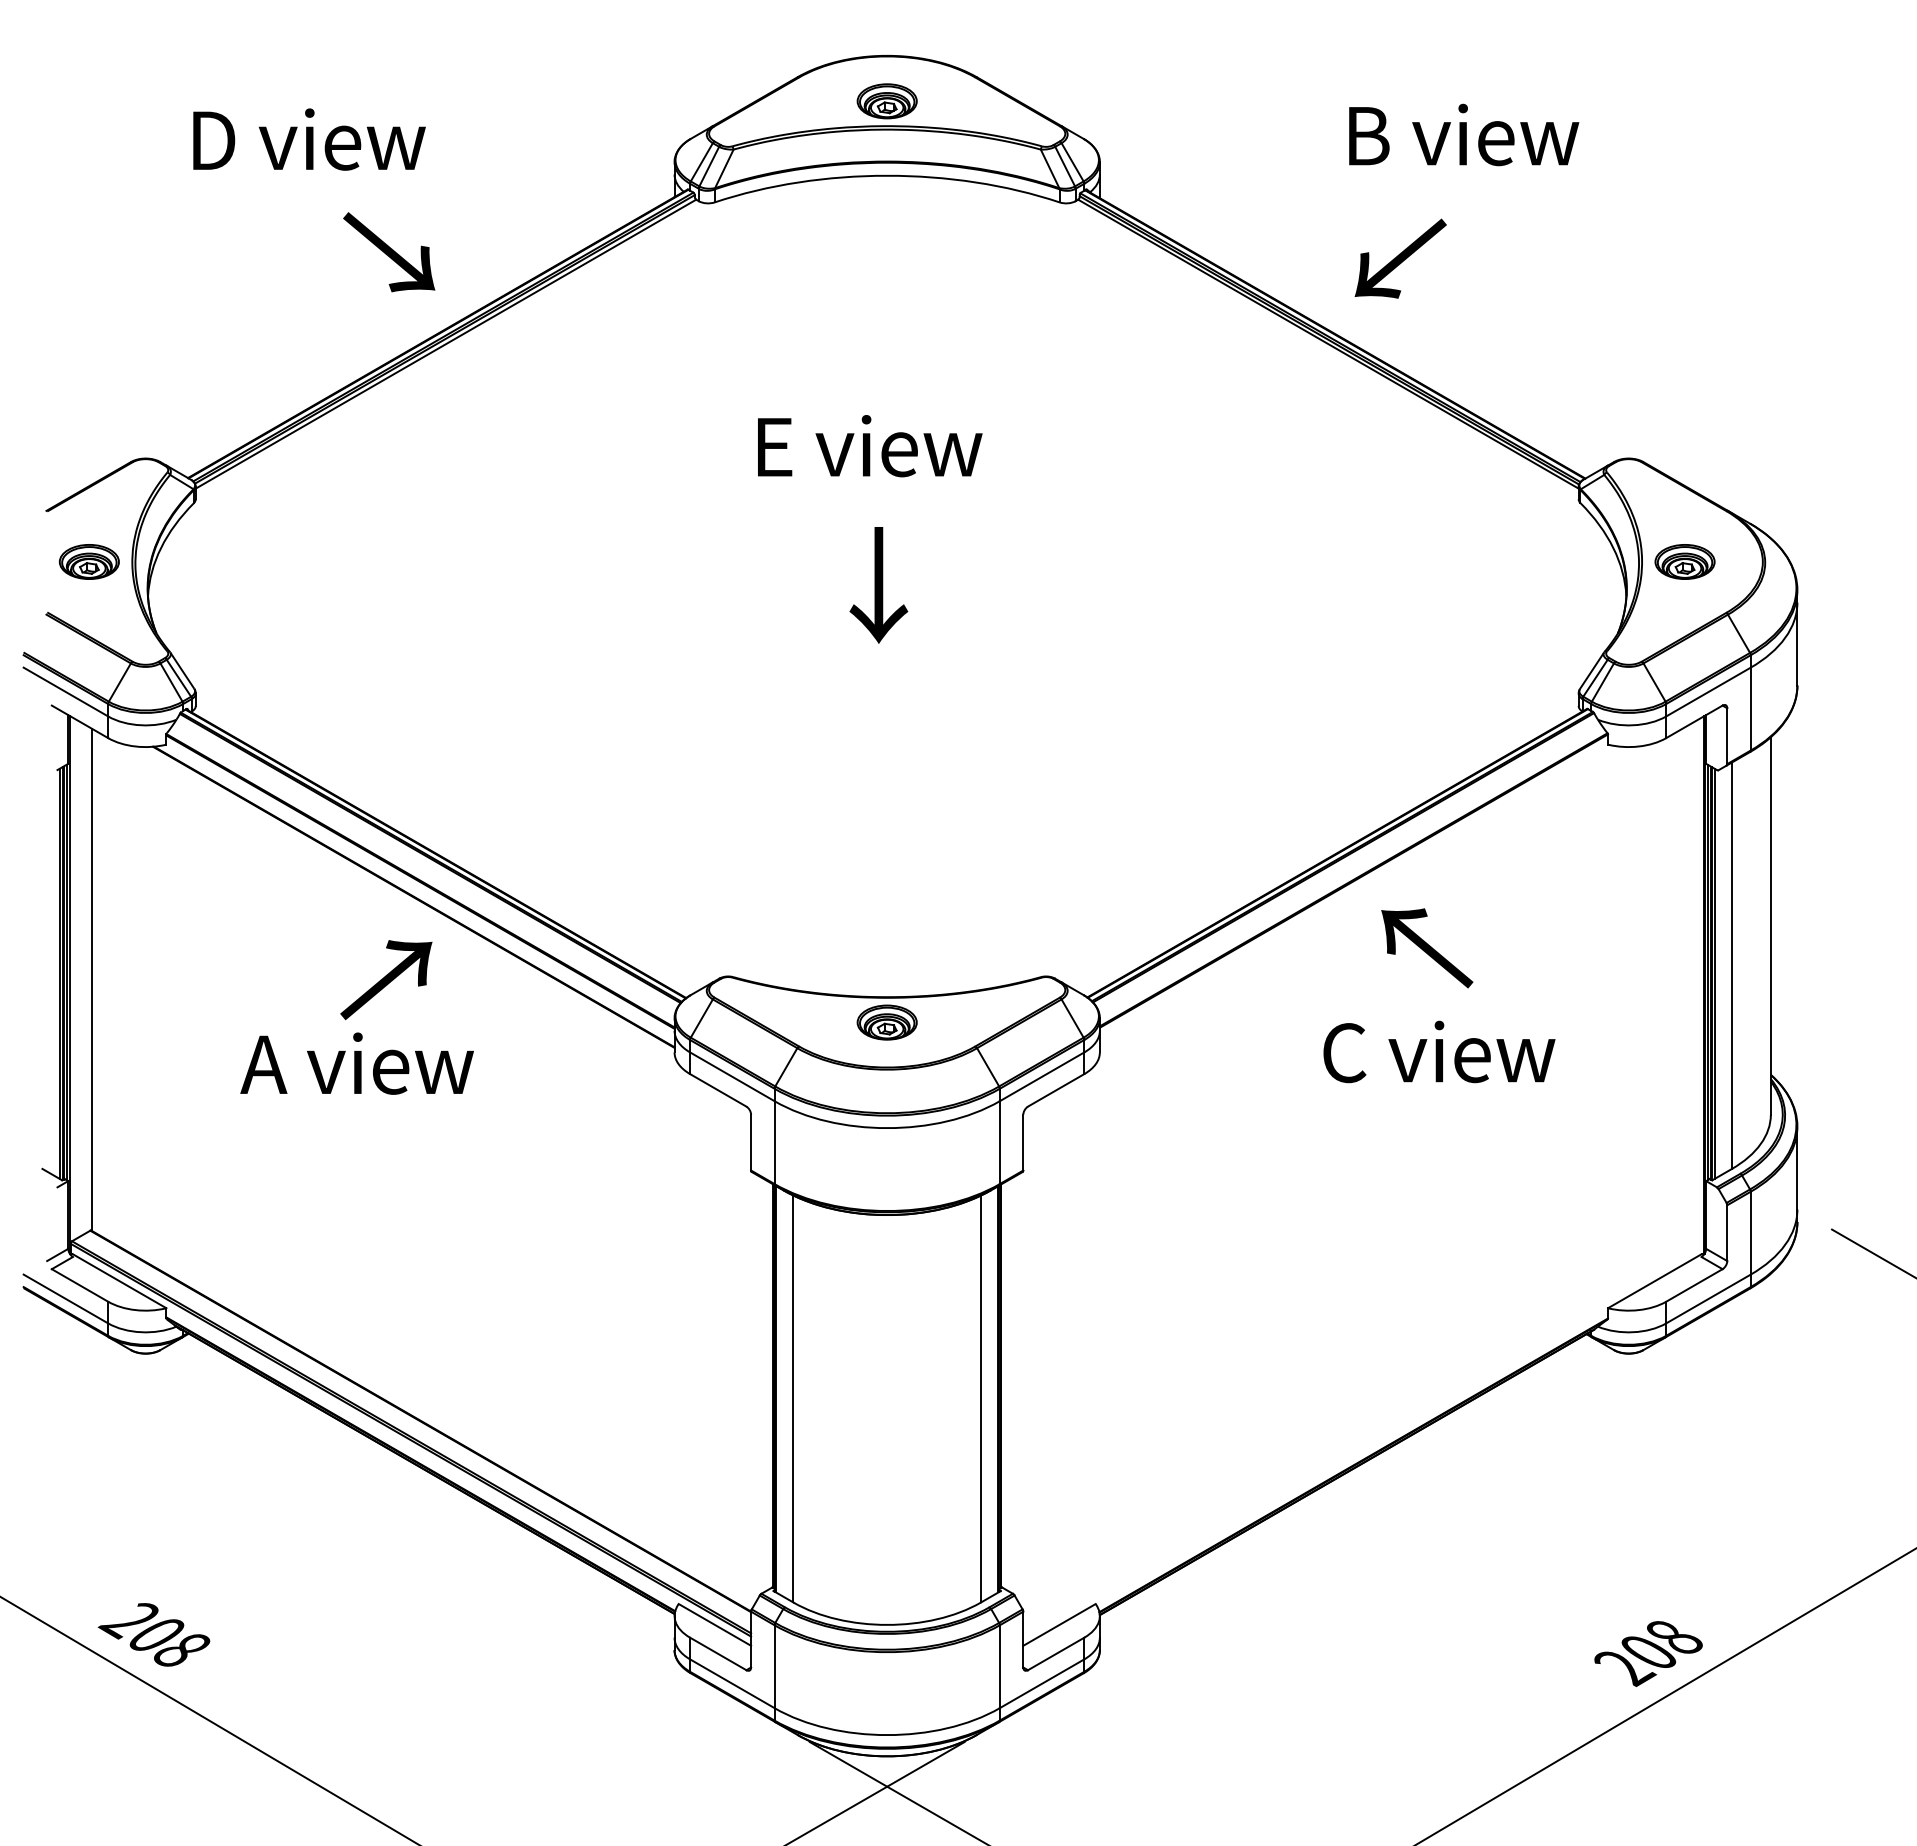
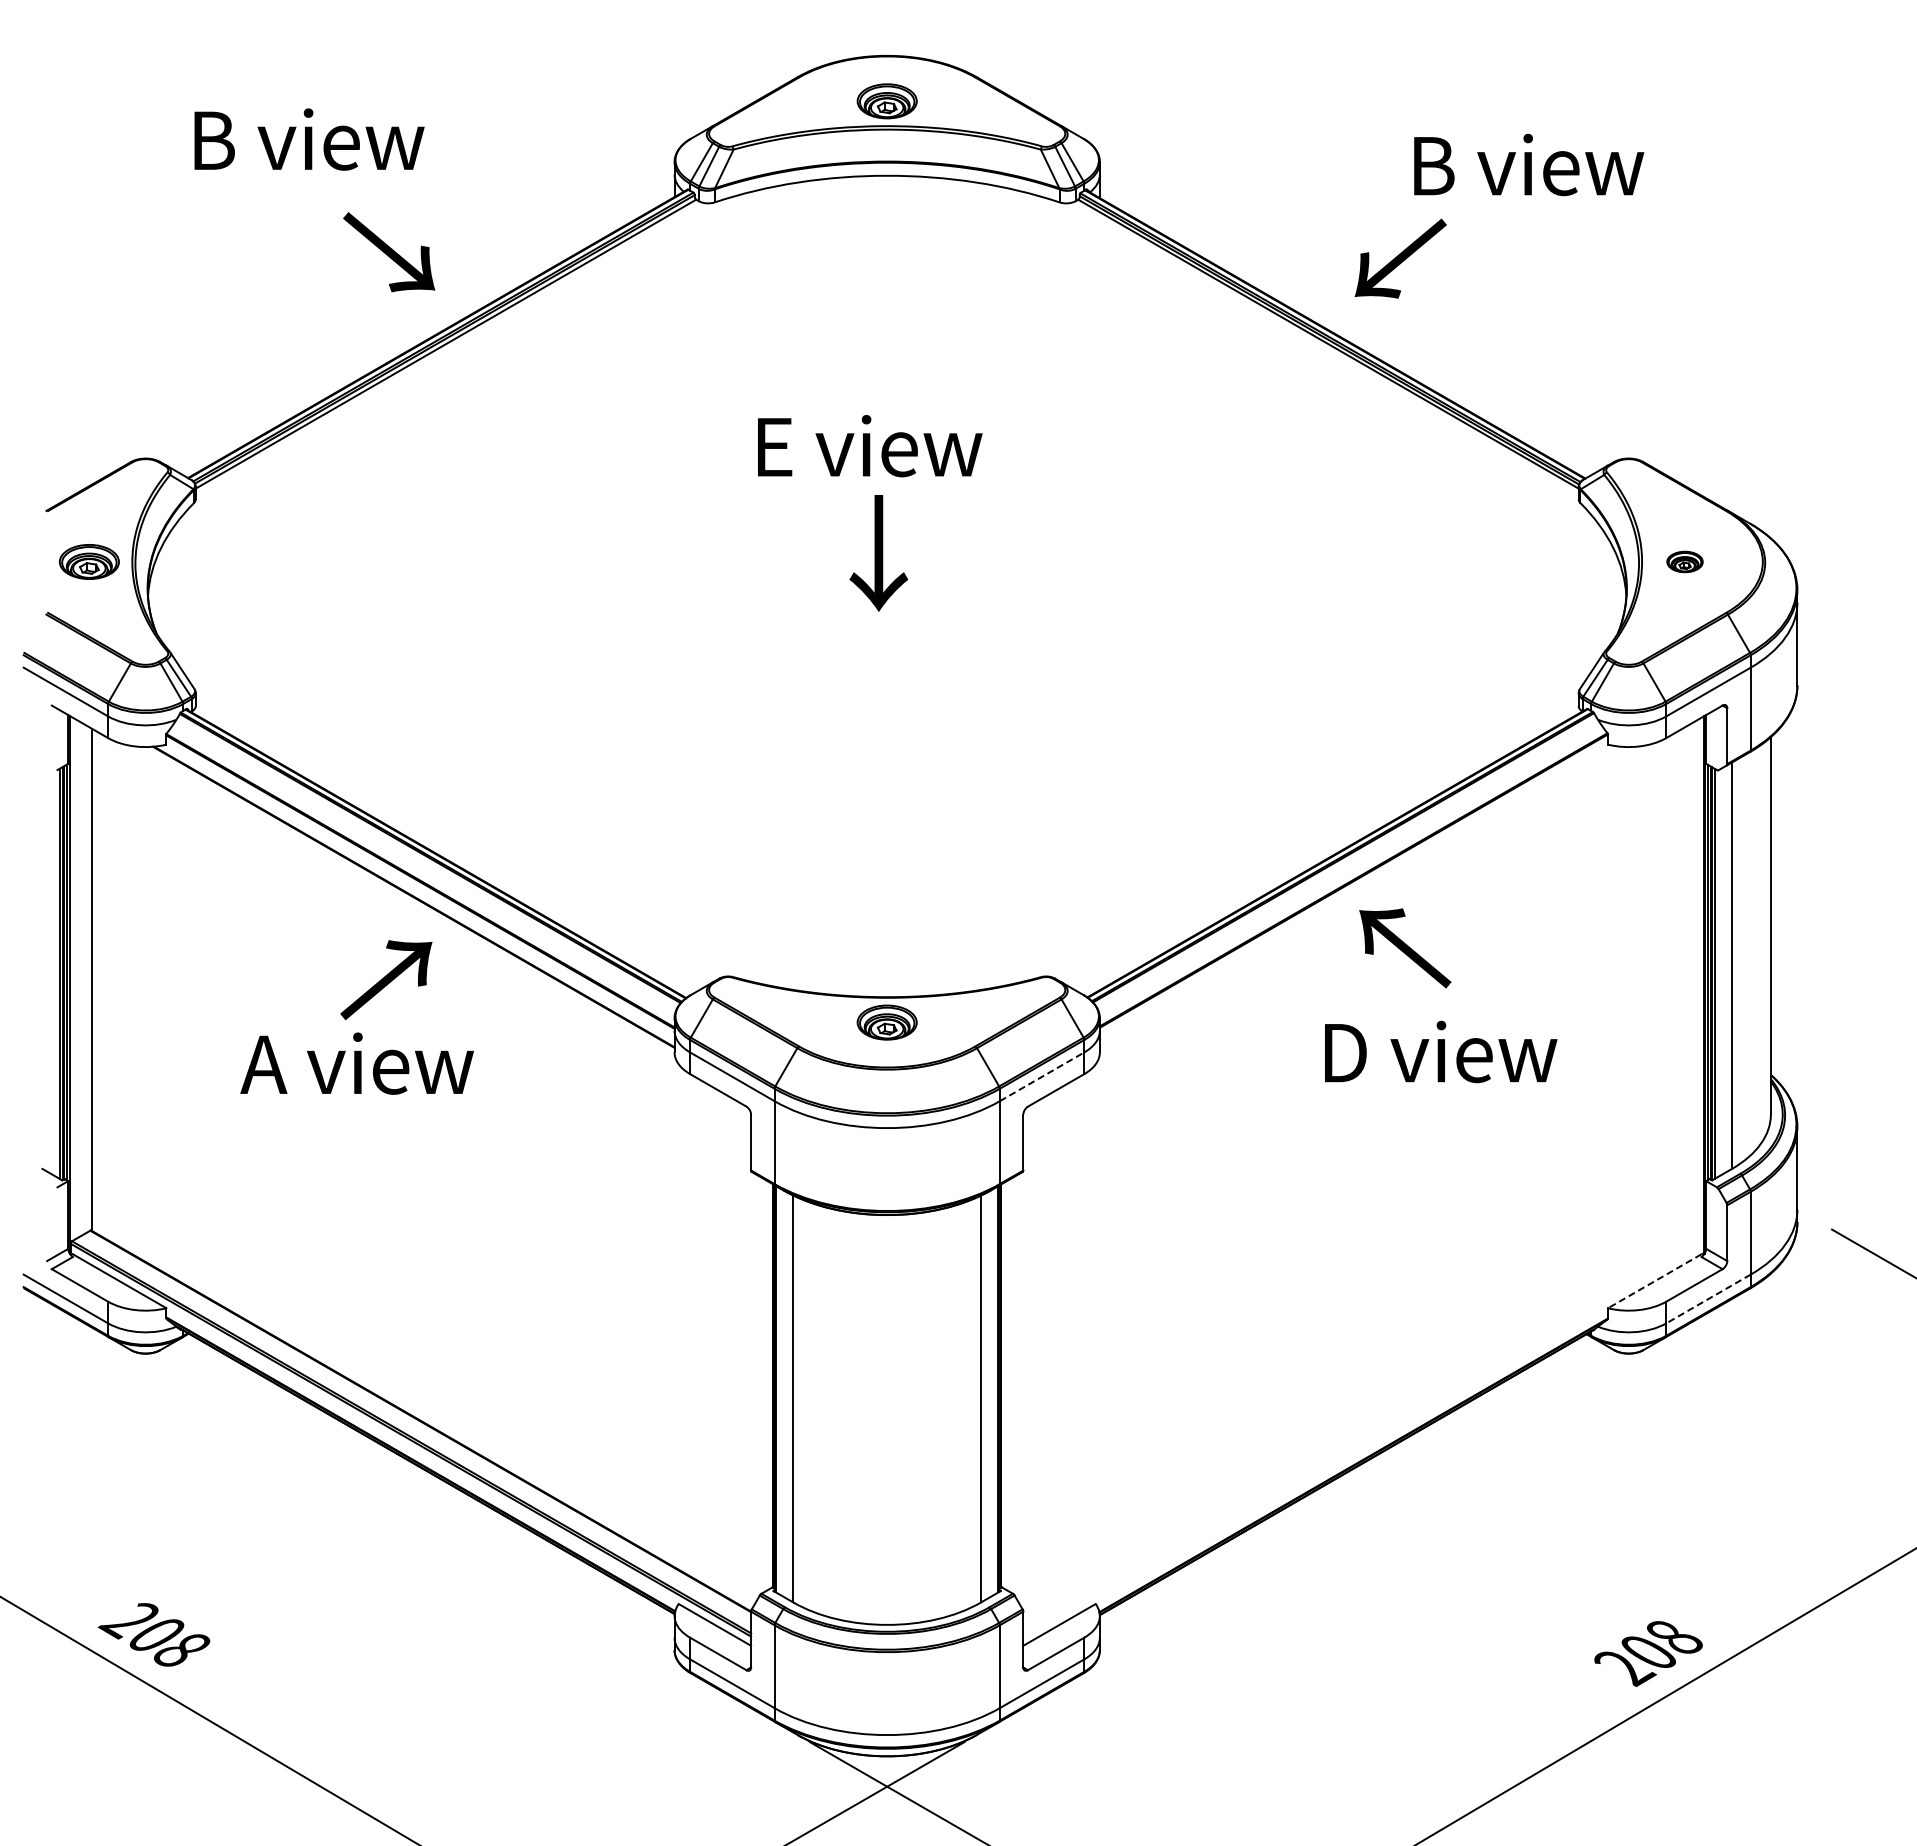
text at (1464, 134) position: (1464, 134) -> (1529, 164)
text at (309, 139): D view -> B view
part at (1684, 561) size: 62x36 px -> 38x24 px
text at (878, 585) position: (878, 585) -> (878, 553)
text at (1427, 948) position: (1427, 948) -> (1405, 948)
text at (1440, 1051): C view -> D view
line at (1042, 1076): solid -> dashed
line at (1654, 1281): solid -> dashed
line at (1708, 1298): solid -> dashed
